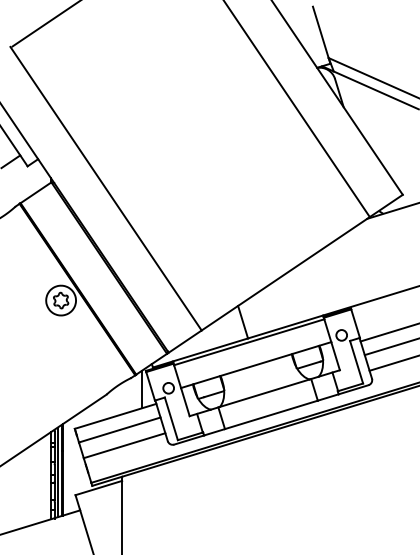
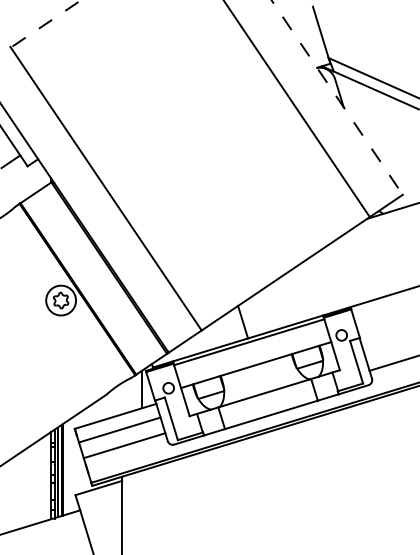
line at (47, 23): solid -> dashed
line at (337, 97): solid -> dashed
line at (388, 332): present -> none
line at (390, 347): present -> none
